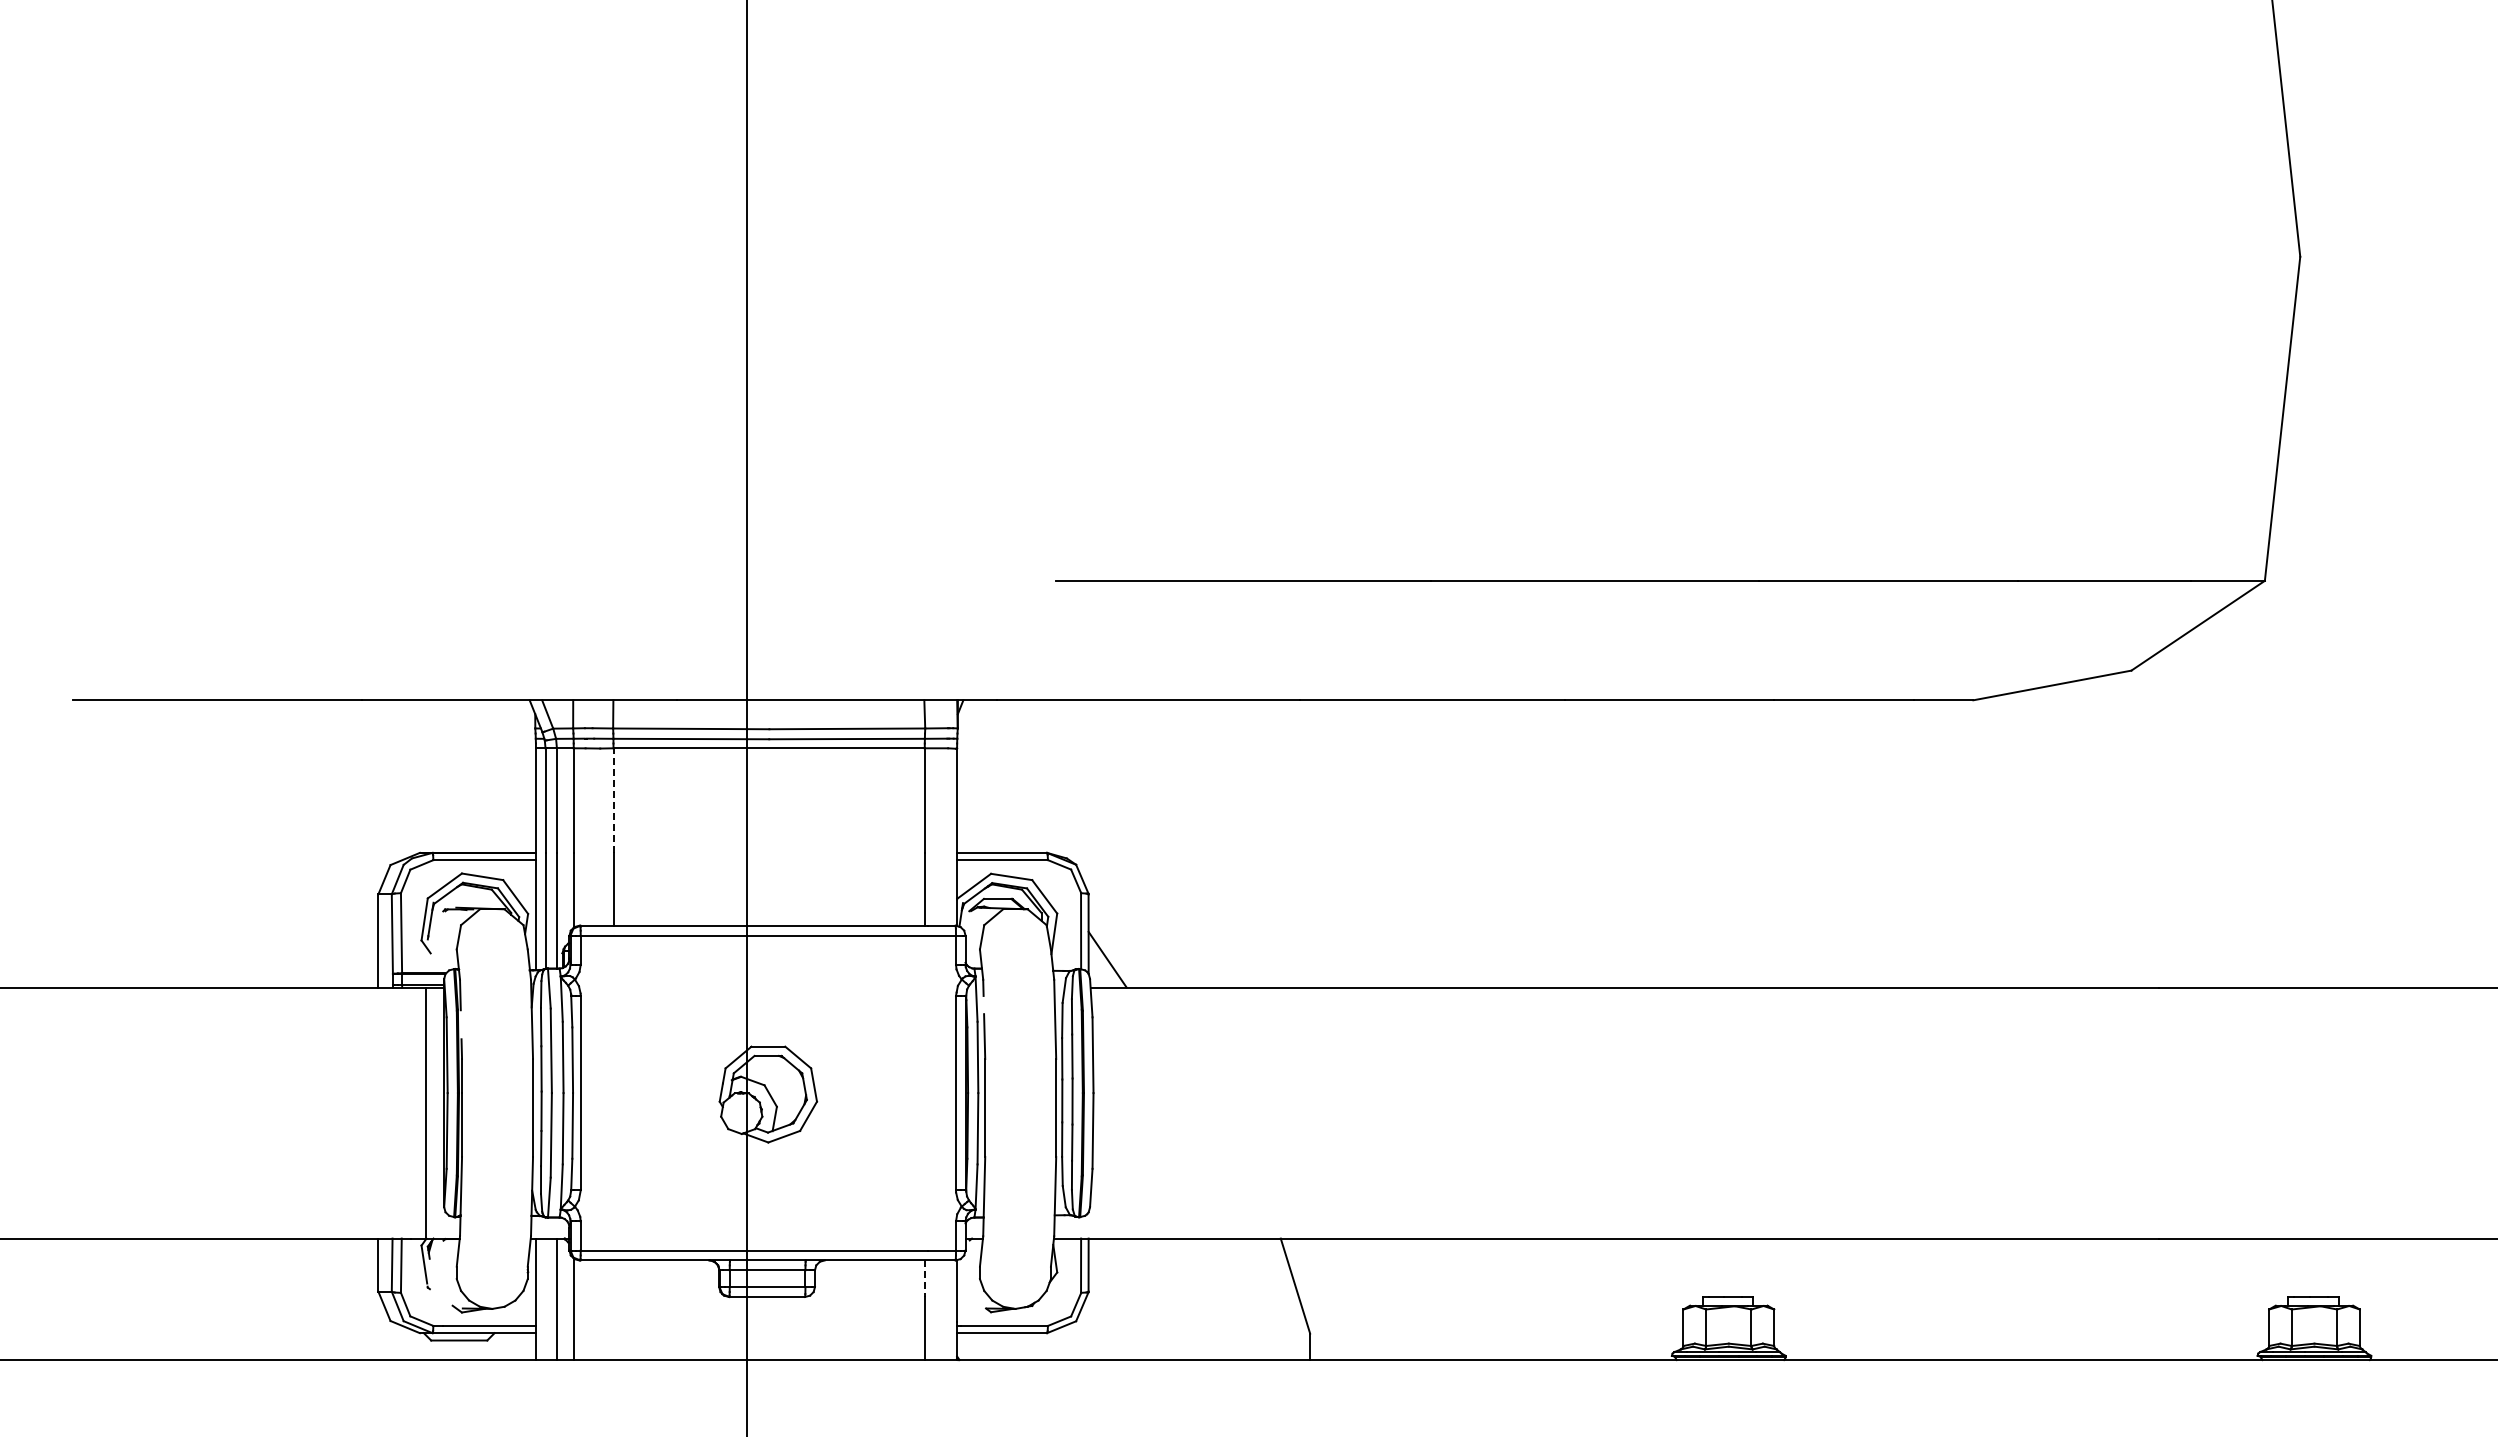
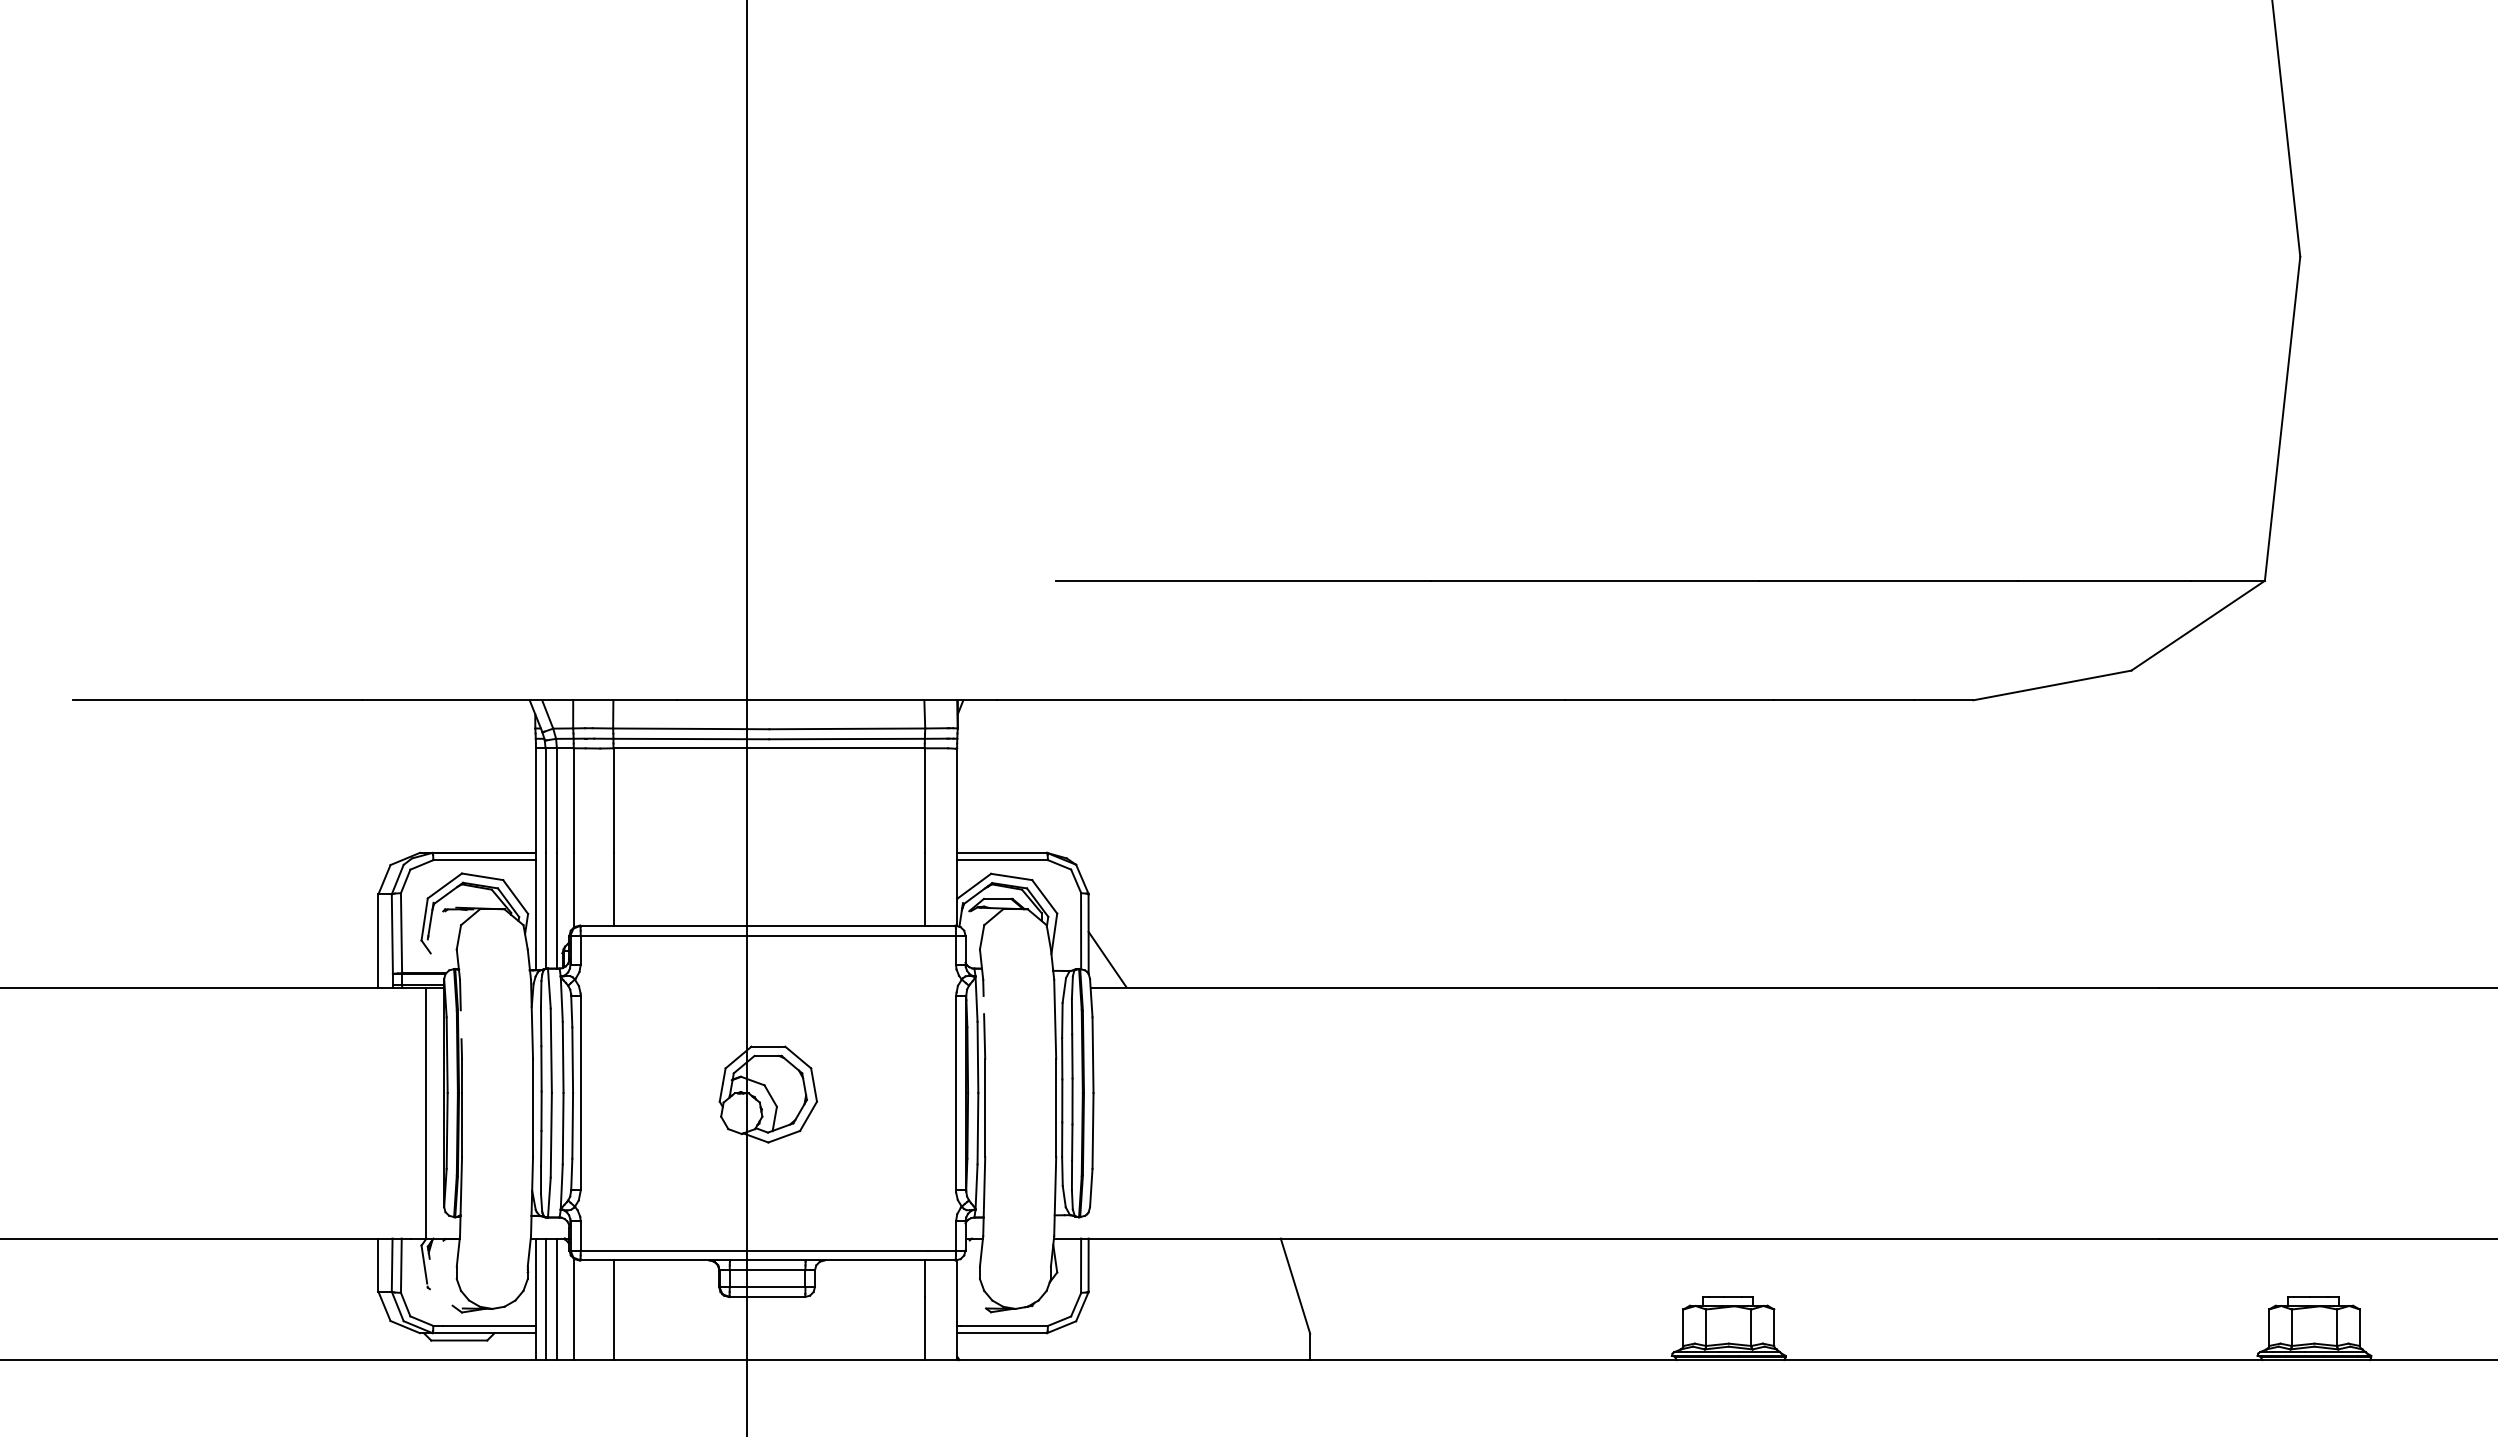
line at (613, 800): dashed -> solid
line at (924, 1279): dashed -> solid
line at (545, 1299): none -> present
line at (613, 1310): none -> present
